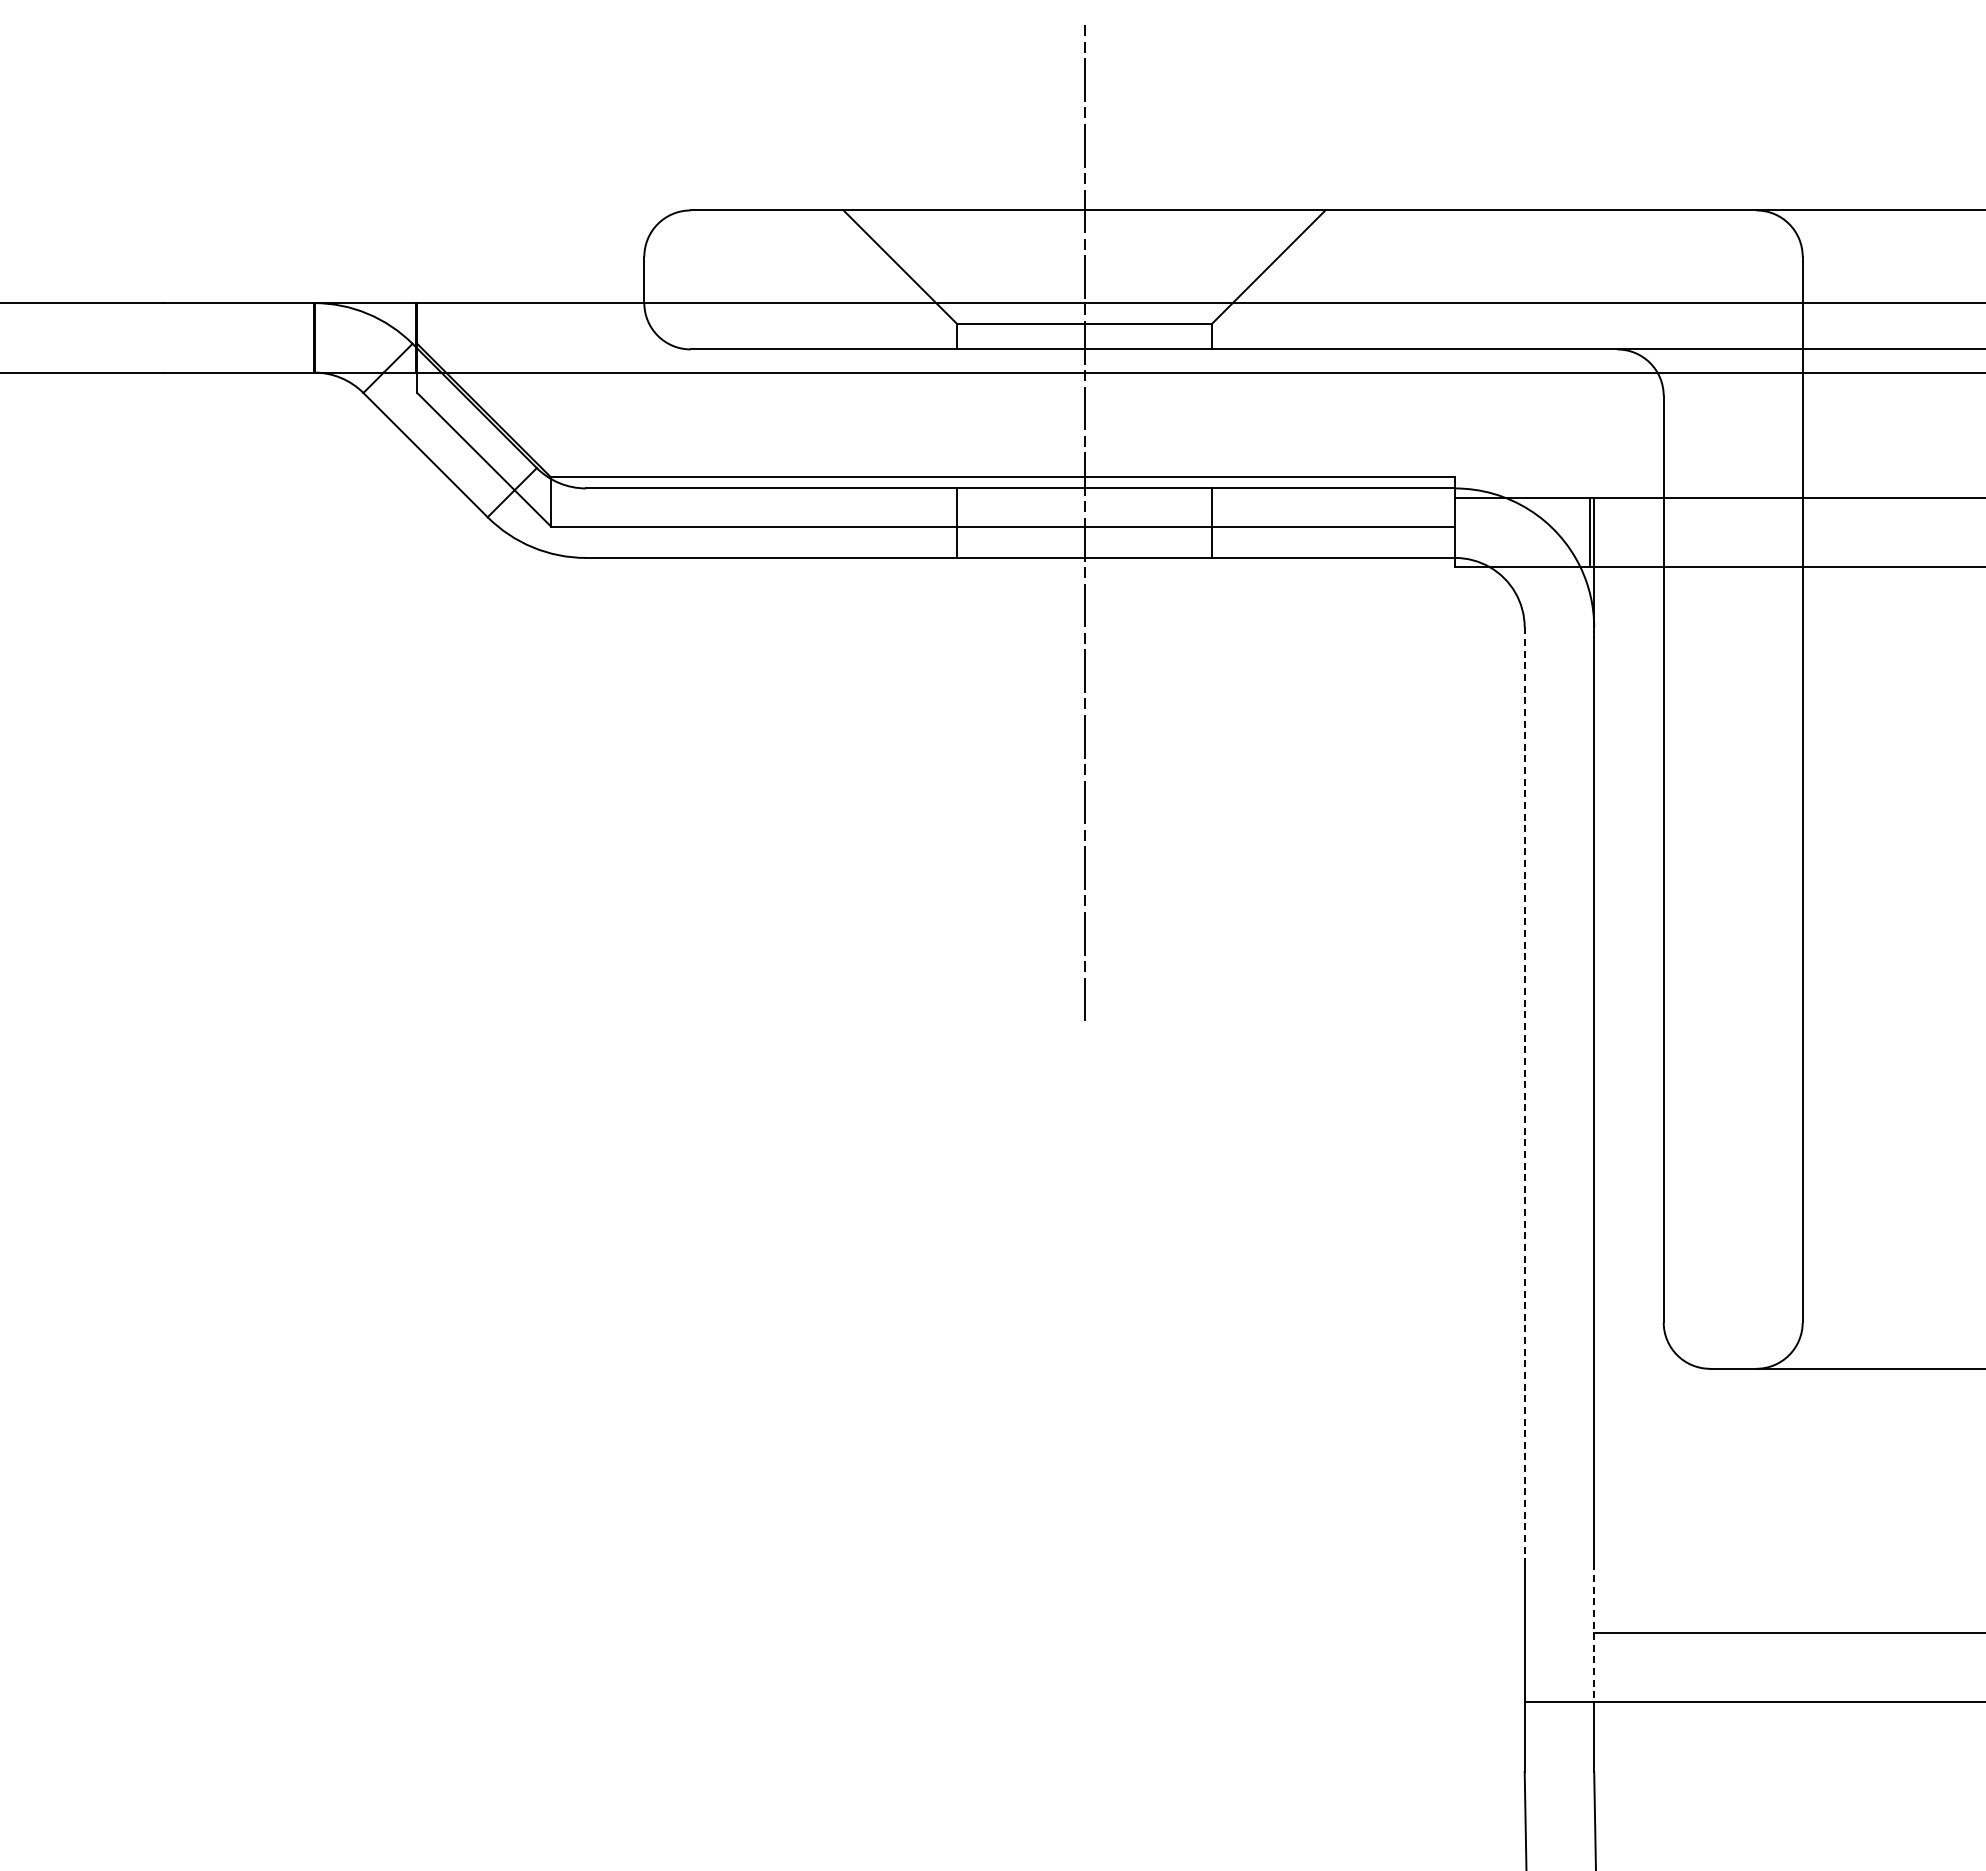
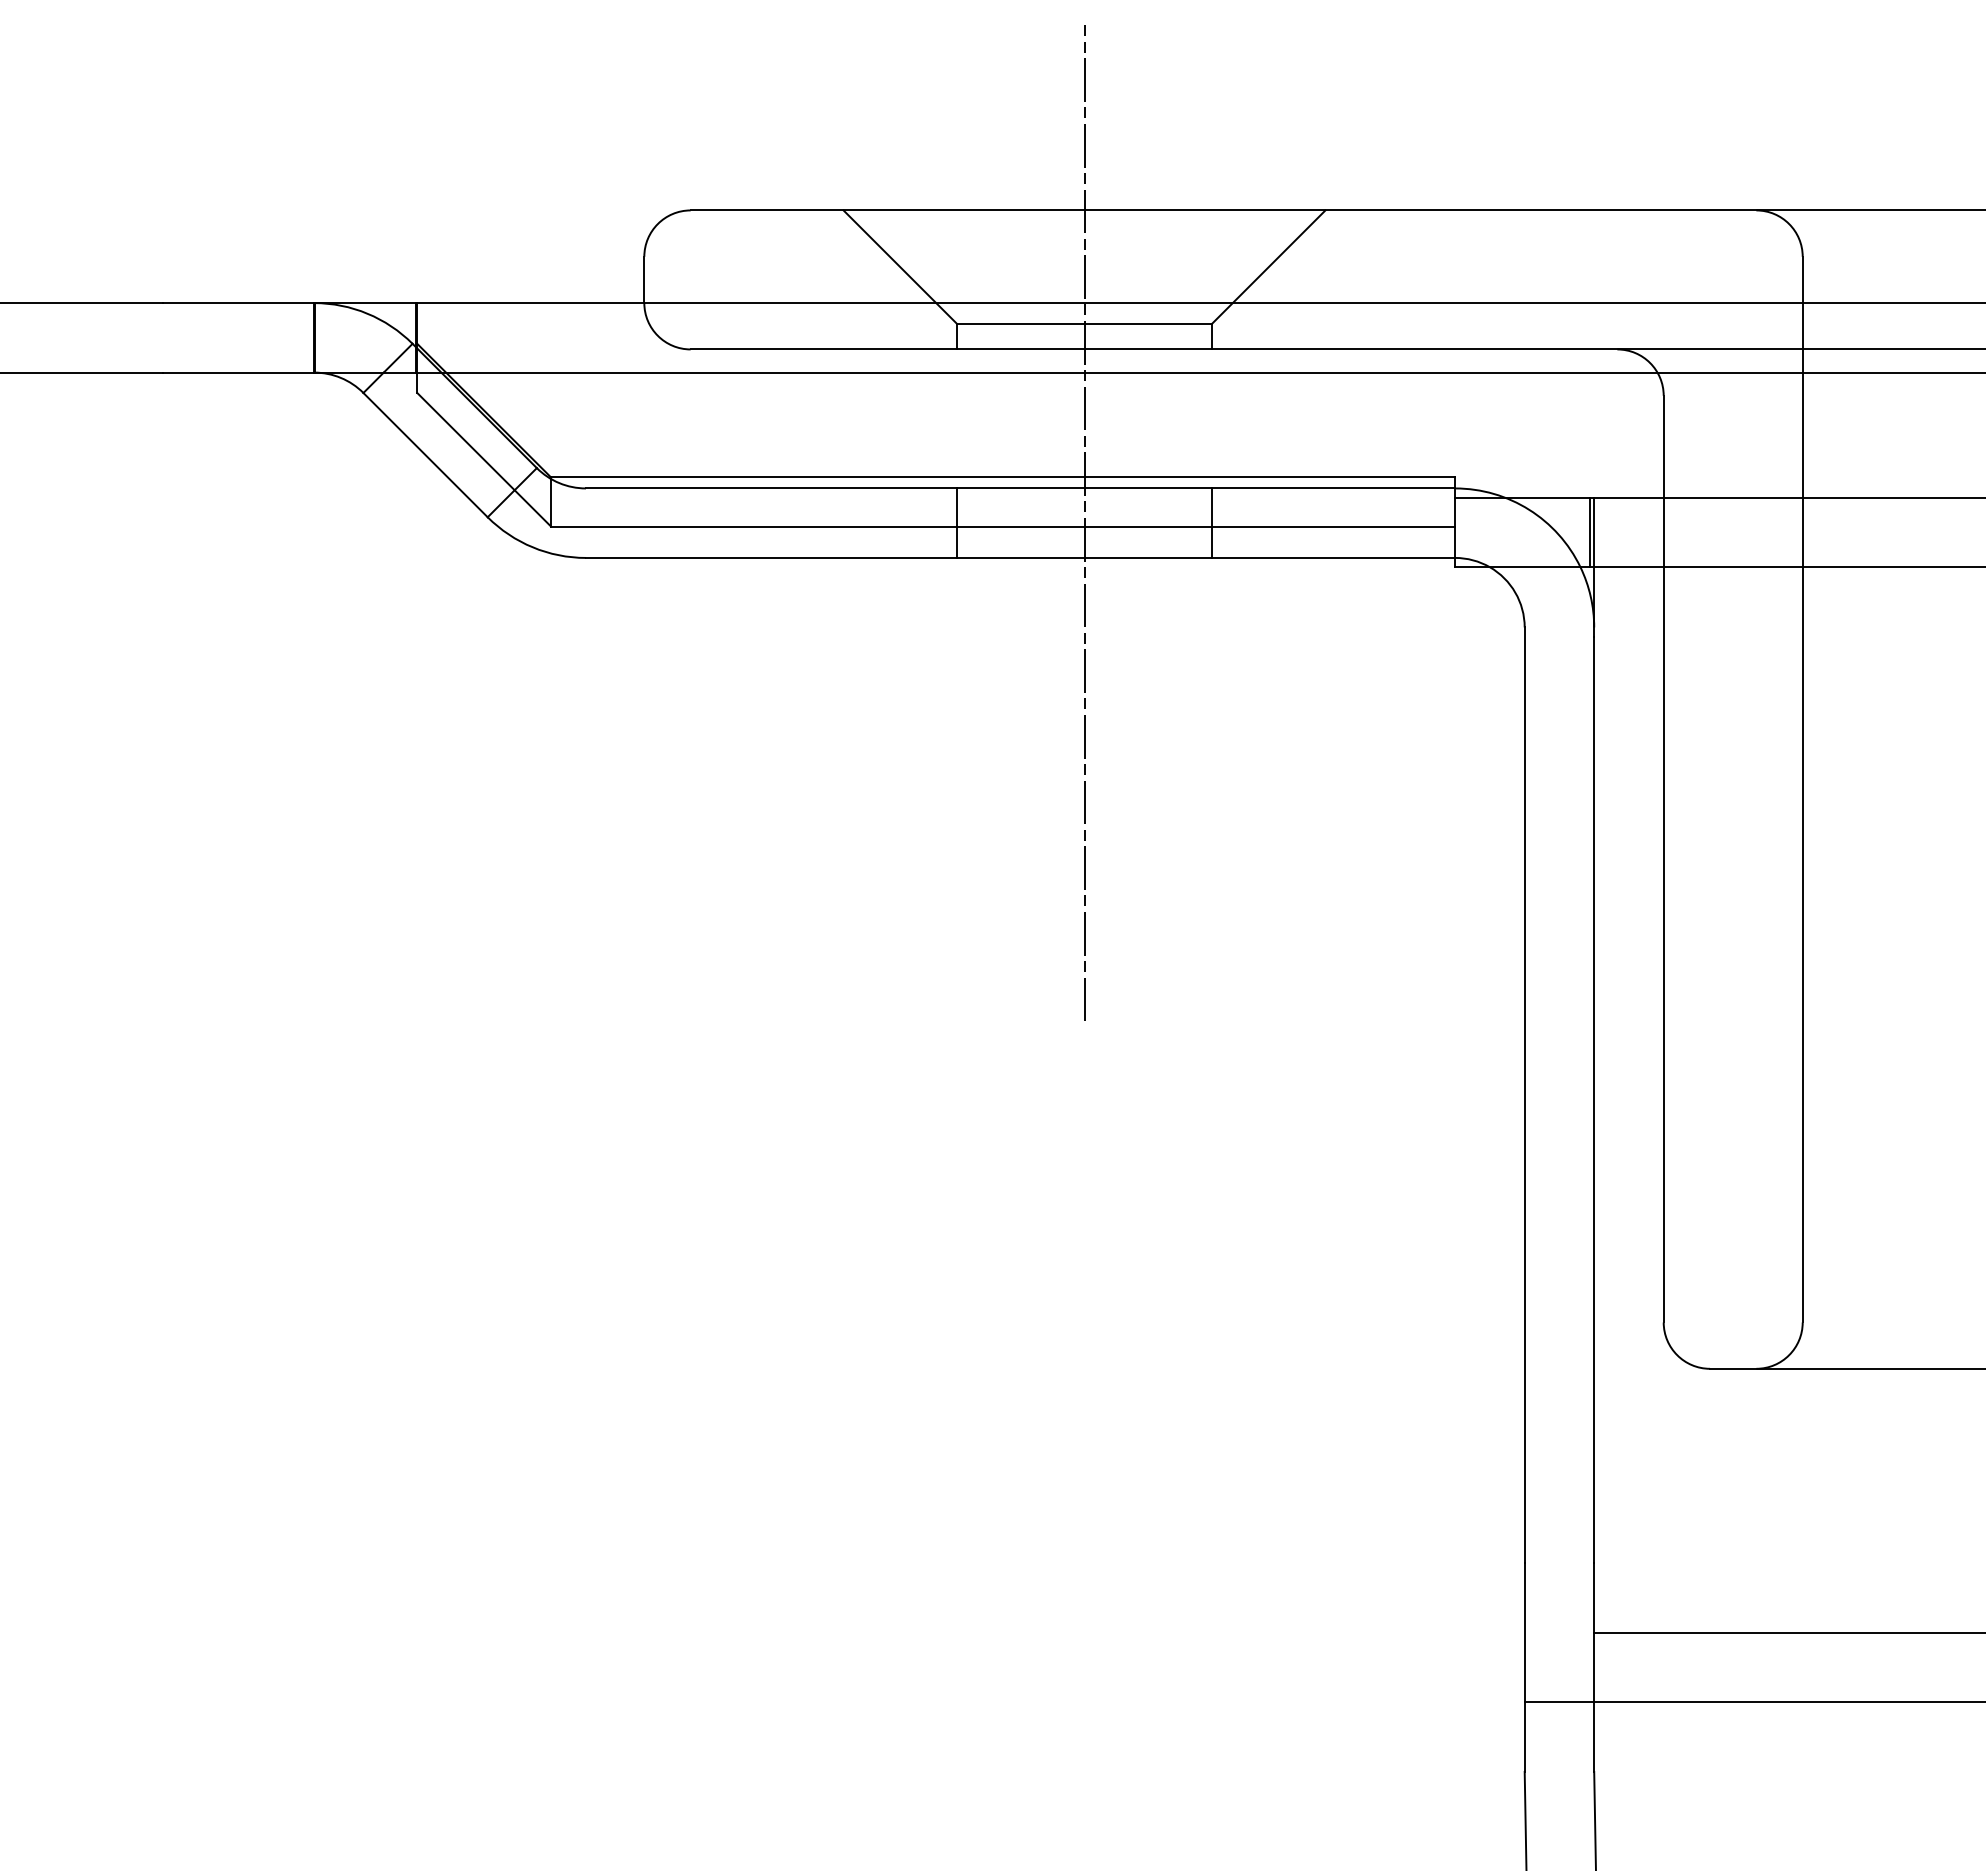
line at (1524, 1095): dashed -> solid
line at (1594, 1632): dashed -> solid
